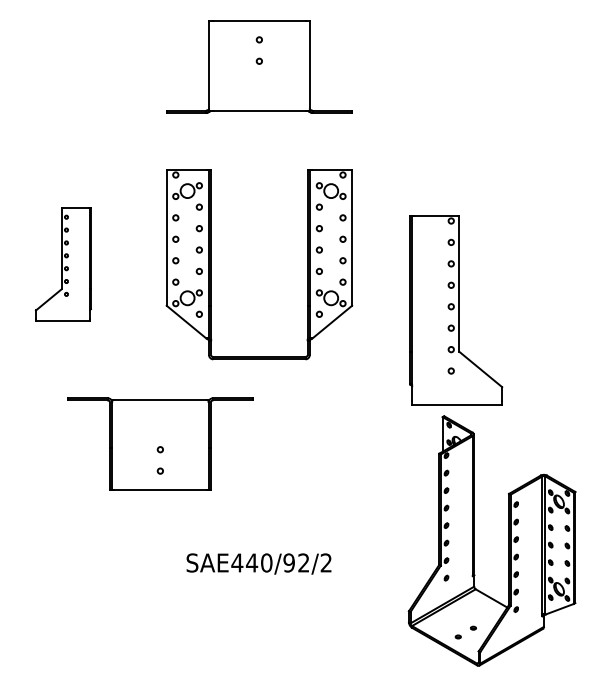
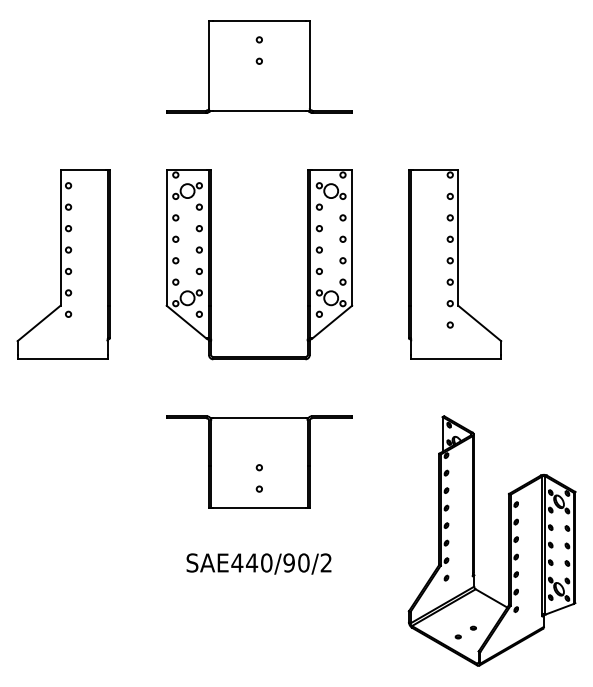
part at (62, 264) size: 58x115 px -> 95x191 px
part at (456, 310) position: (456, 310) -> (455, 264)
part at (160, 443) position: (160, 443) -> (259, 461)
text at (303, 562): SAE440/92/2 -> SAE440/90/2
